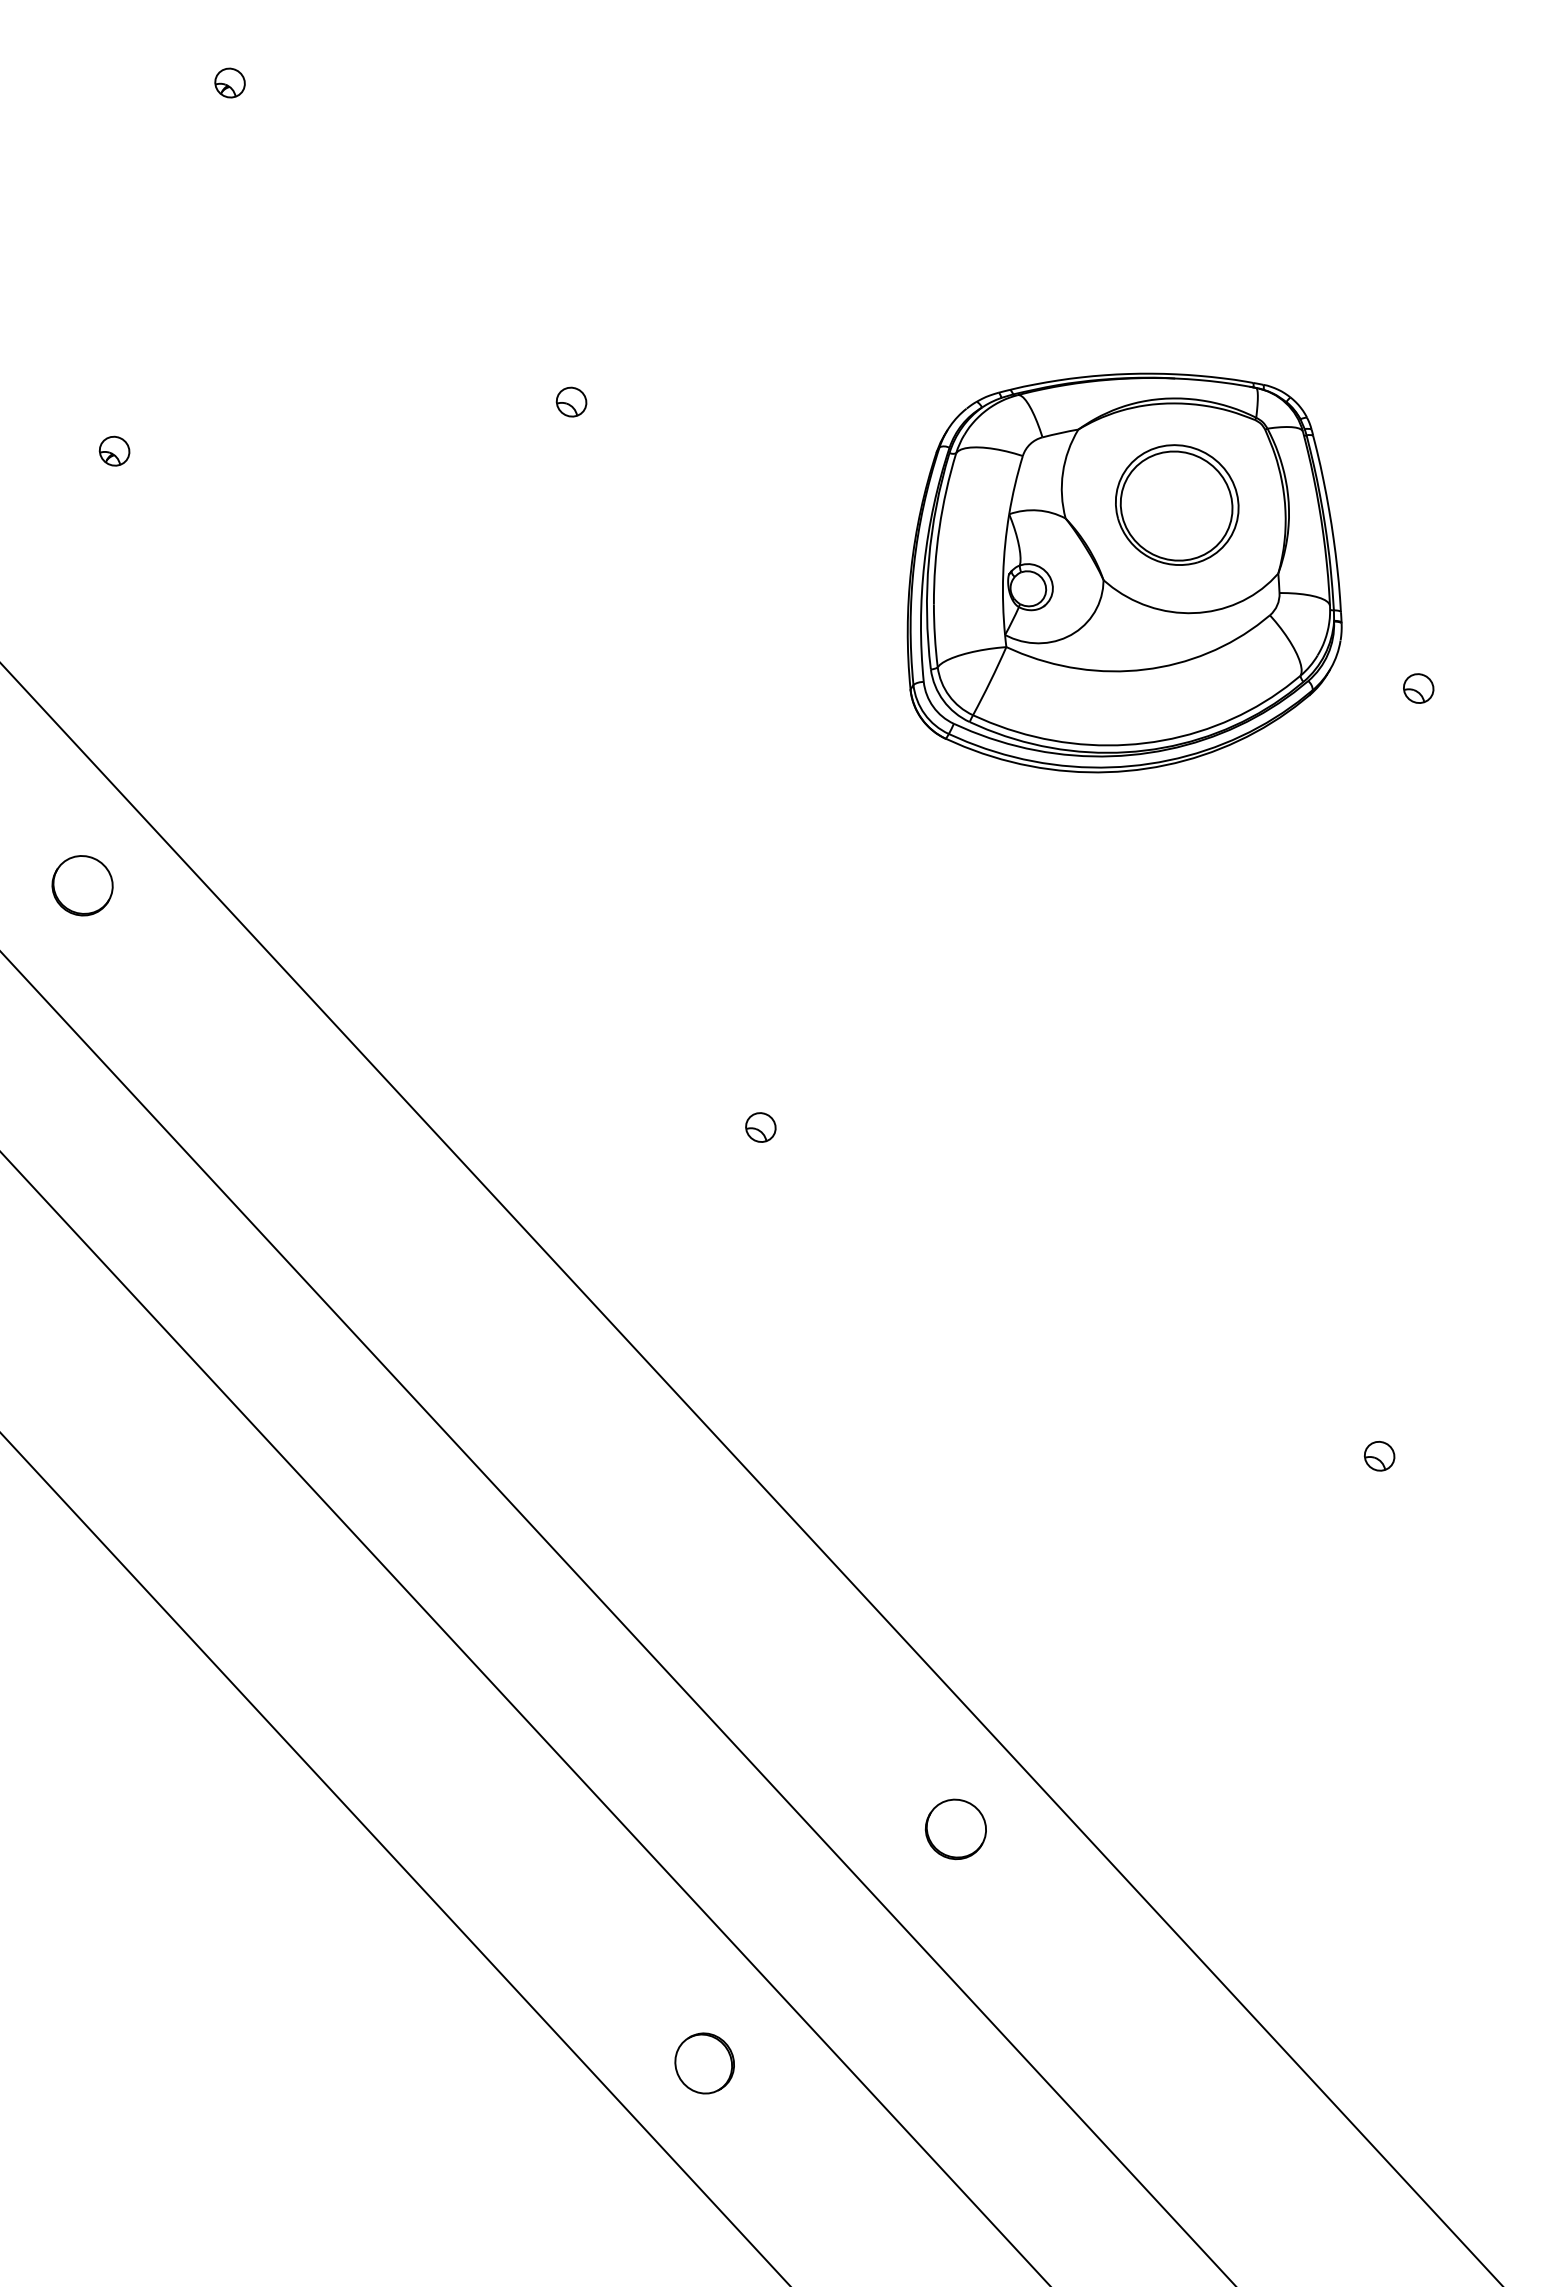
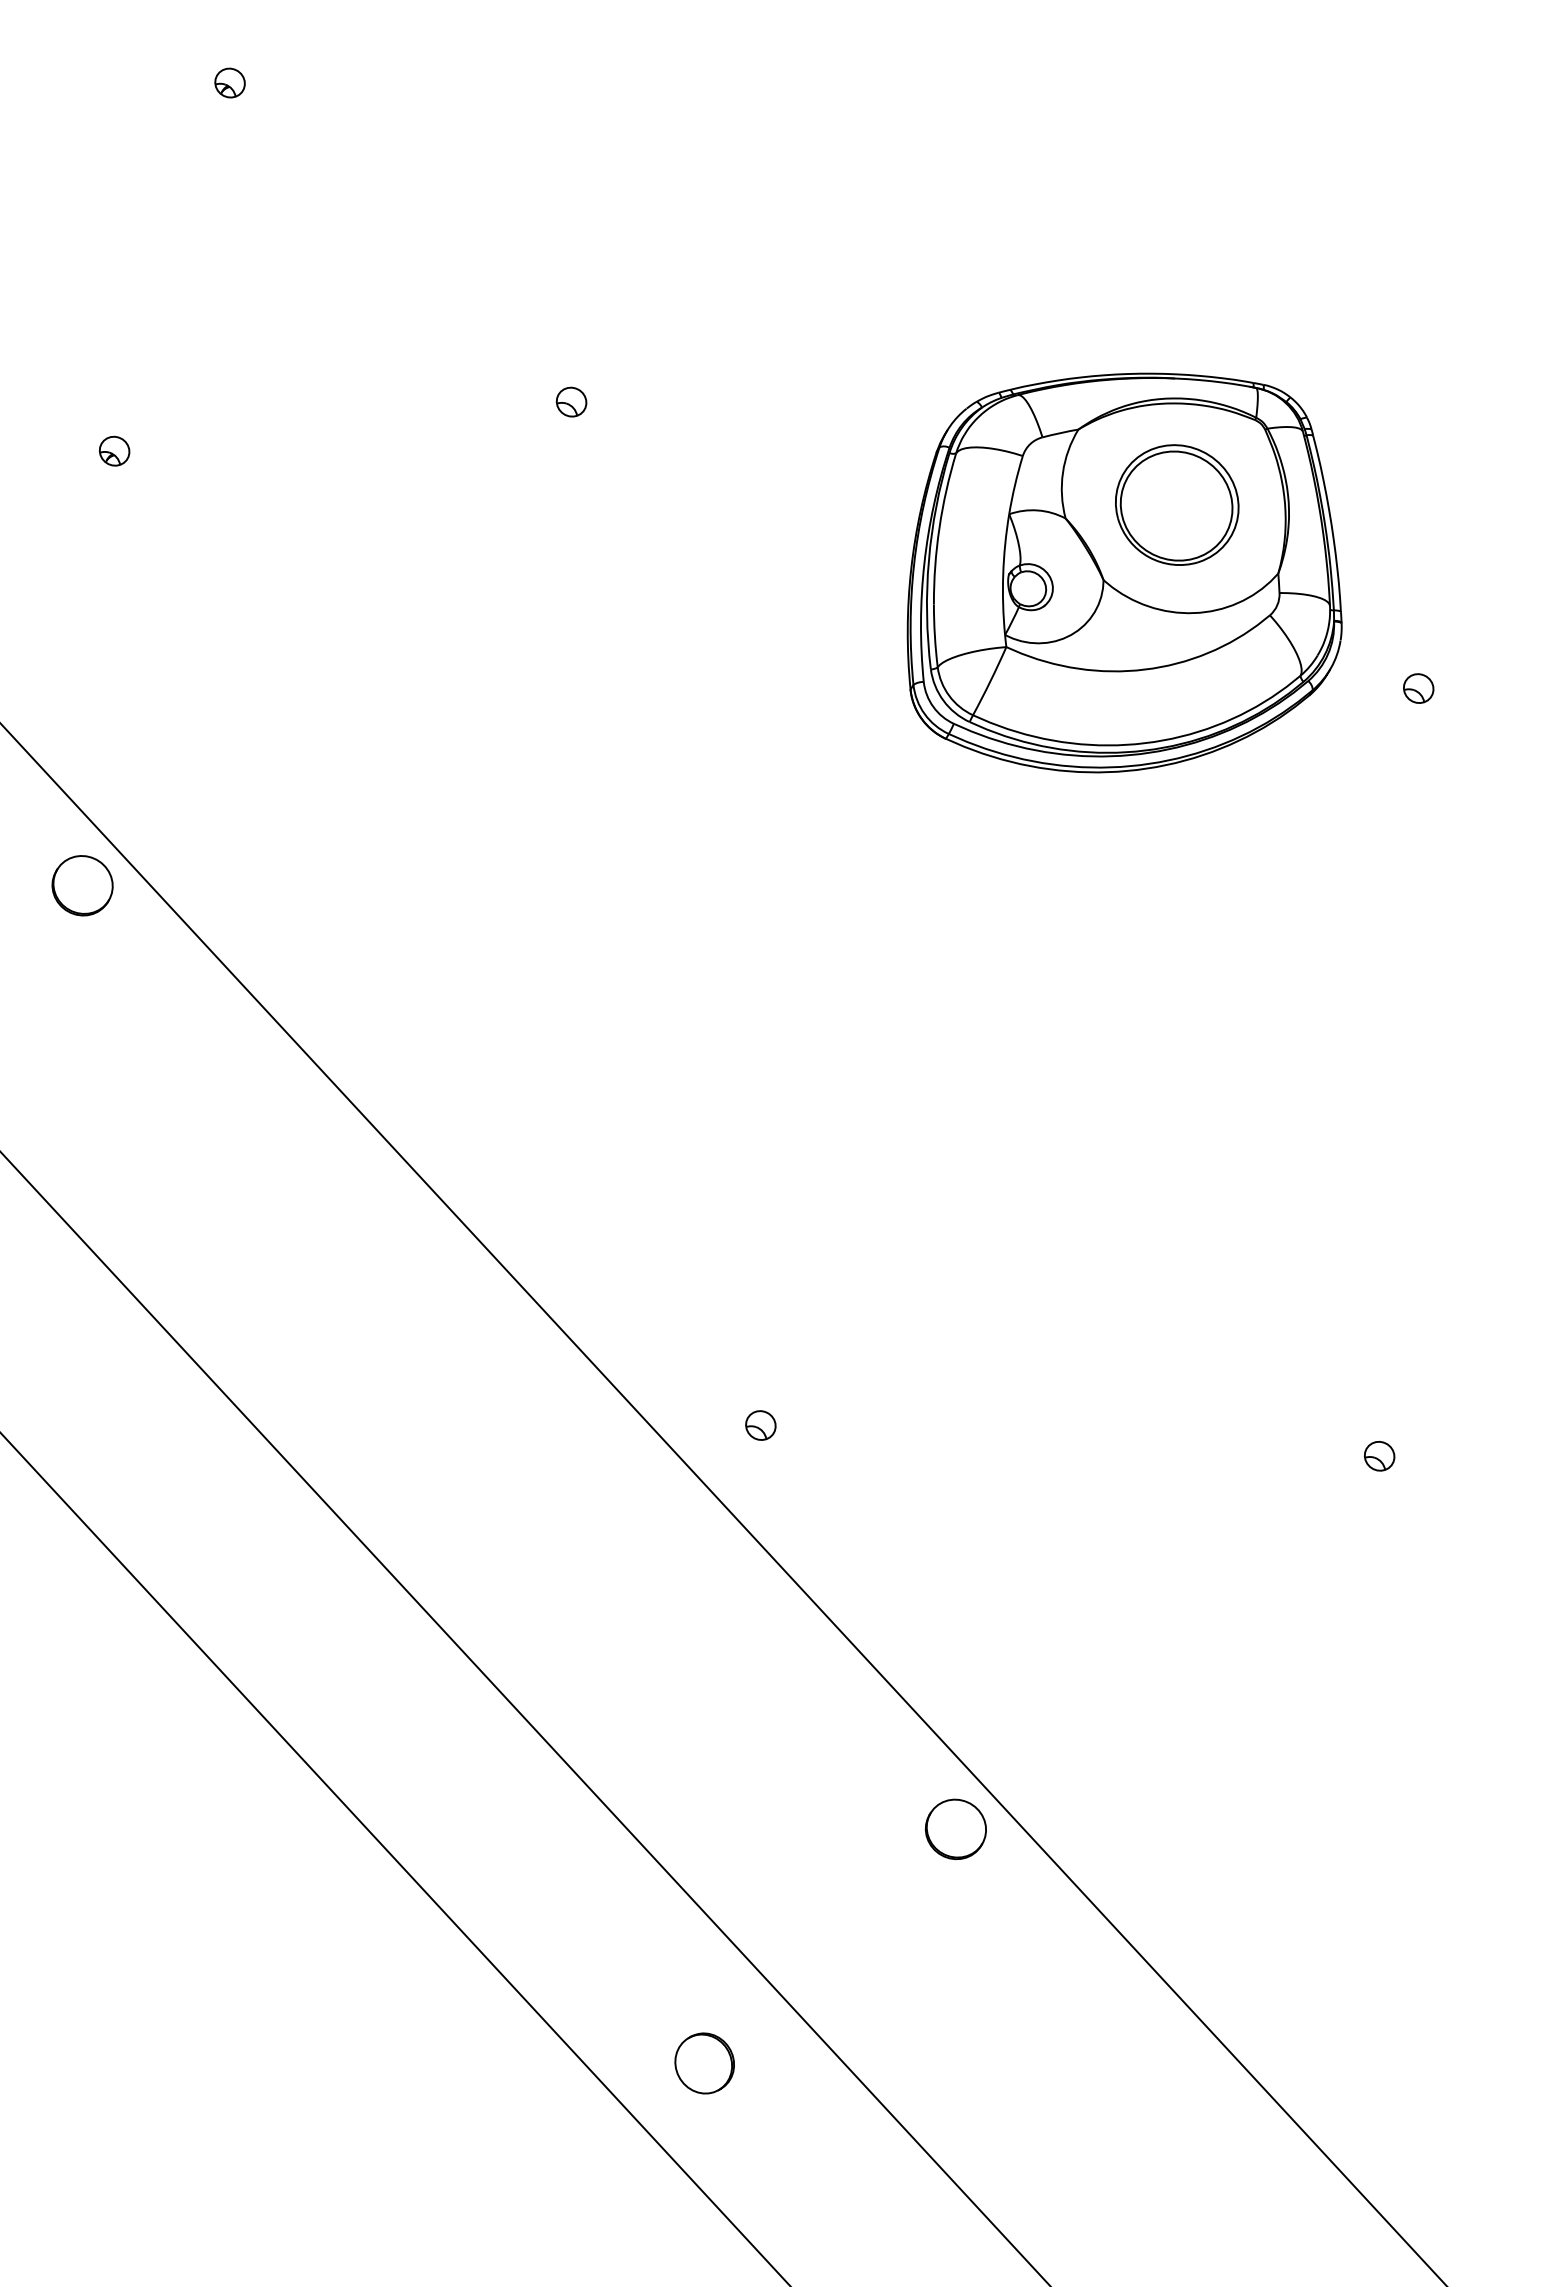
part at (760, 1127) position: (760, 1127) -> (760, 1425)
line at (751, 1473) position: (751, 1473) -> (723, 1504)
line at (617, 1618): present -> none
